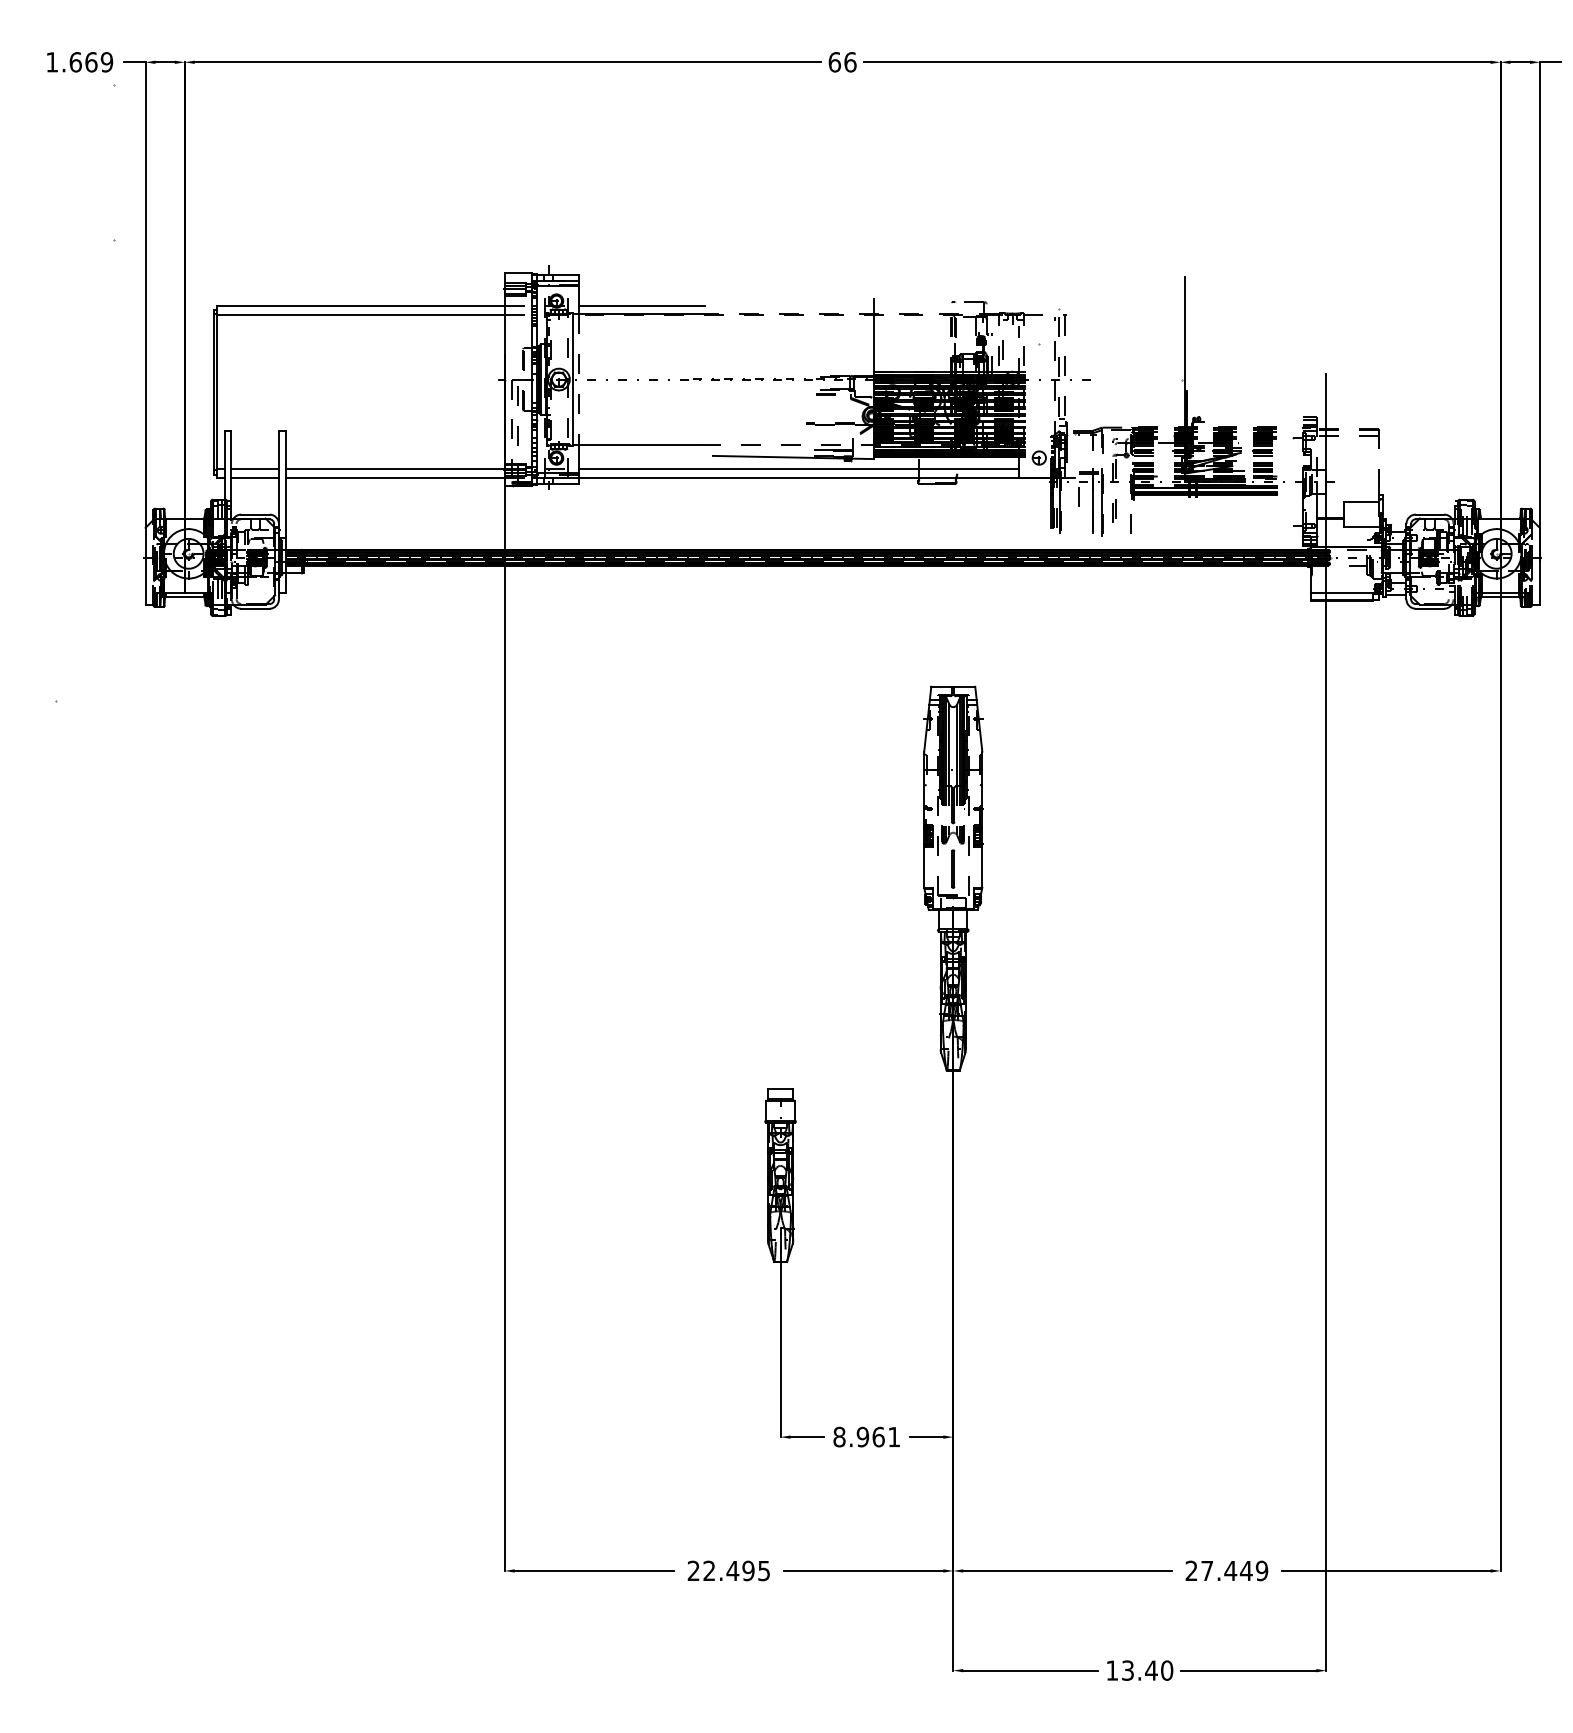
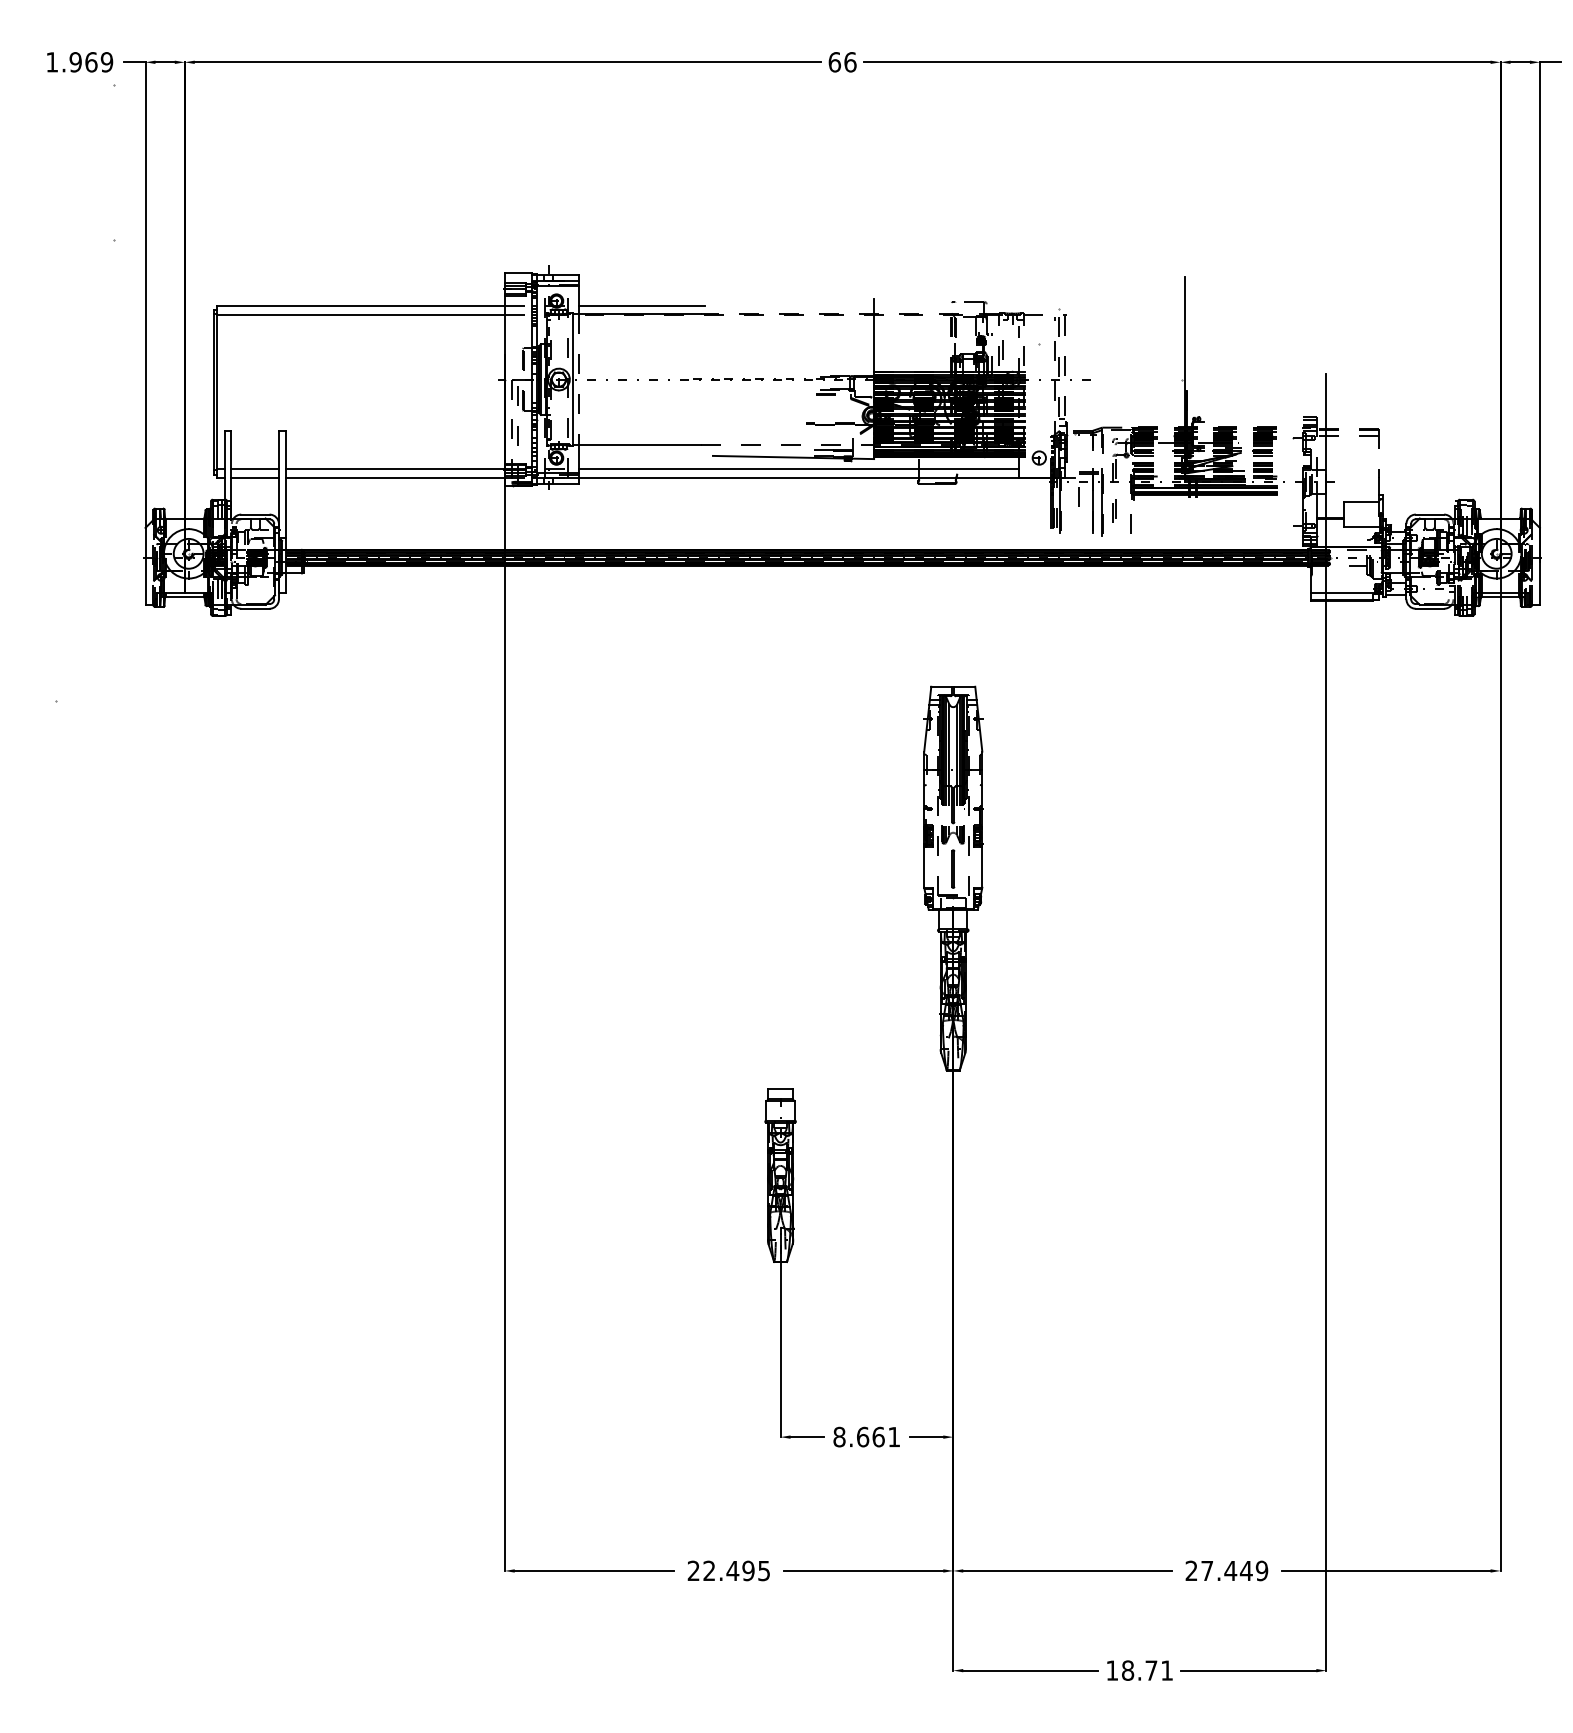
text at (75, 62): 1.669 -> 1.969
text at (862, 1436): 8.961 -> 8.661
text at (1147, 1670): 13.40 -> 18.71
